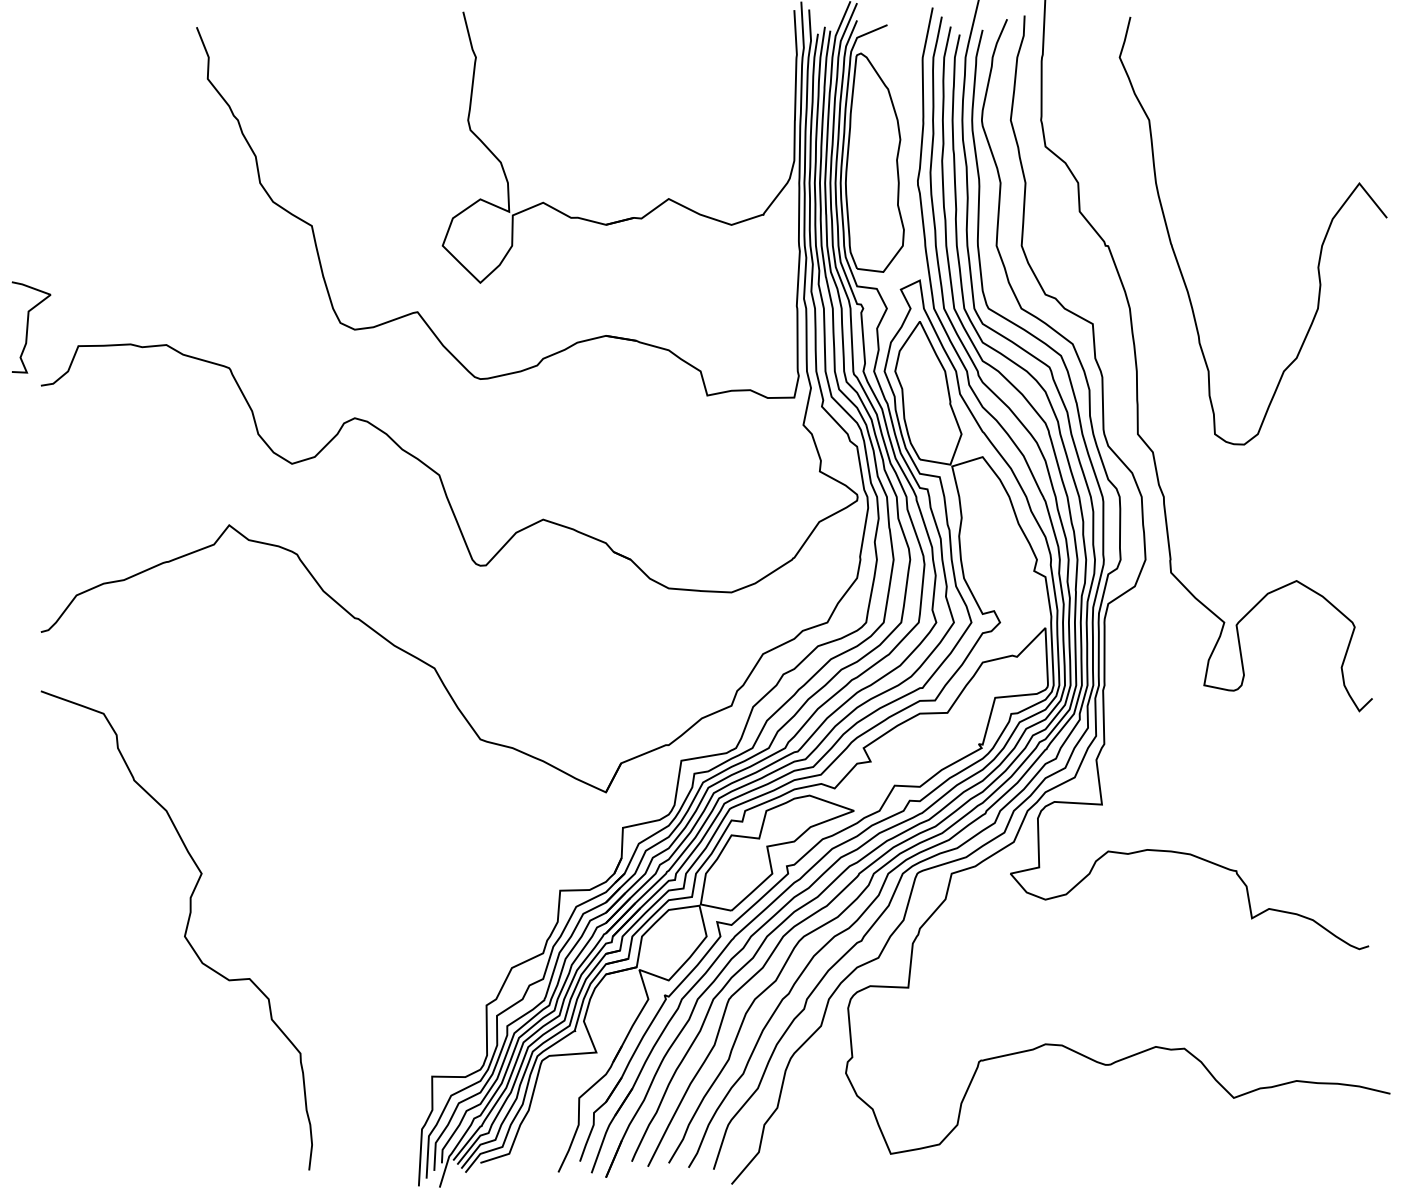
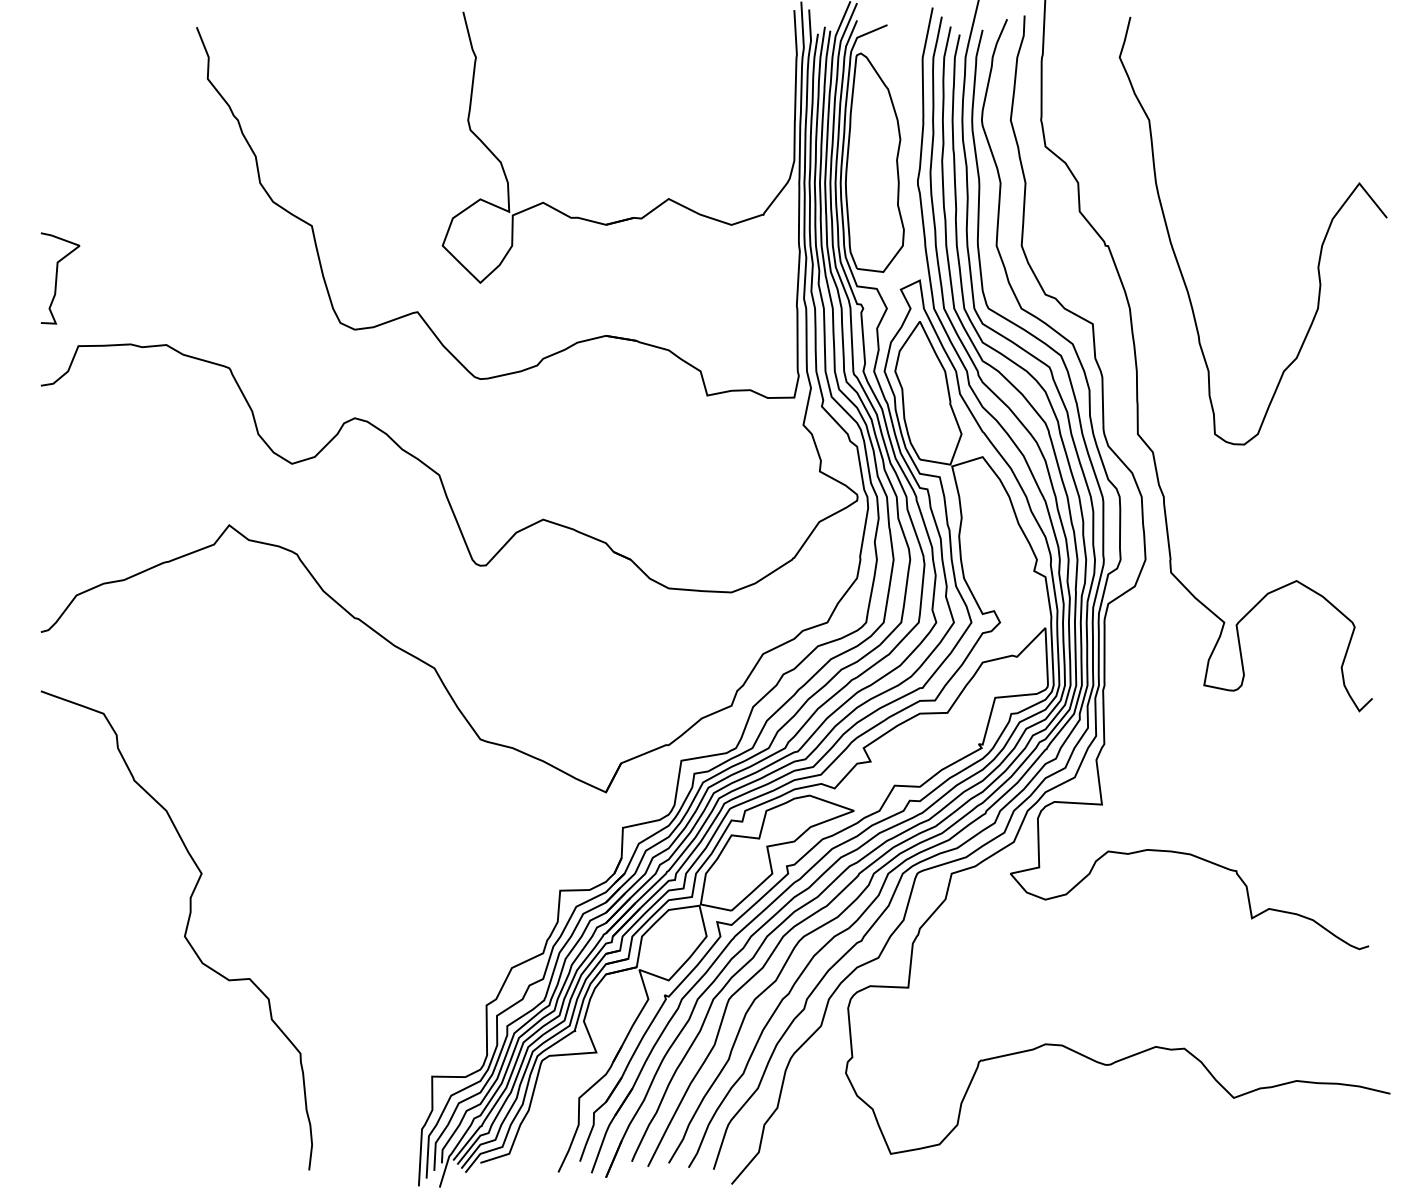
curve at (28, 327) position: (28, 327) -> (57, 278)
